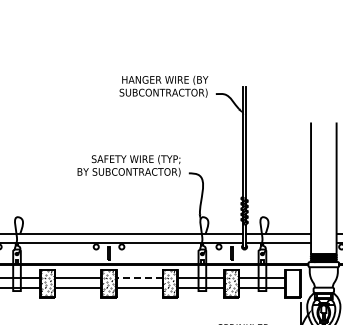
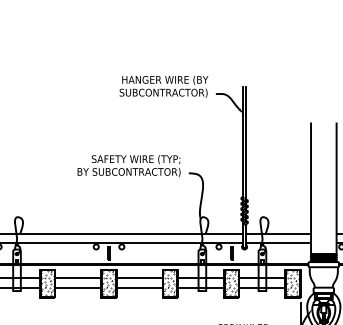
line at (139, 277): dashed -> solid
hatch at (292, 283): none -> present
